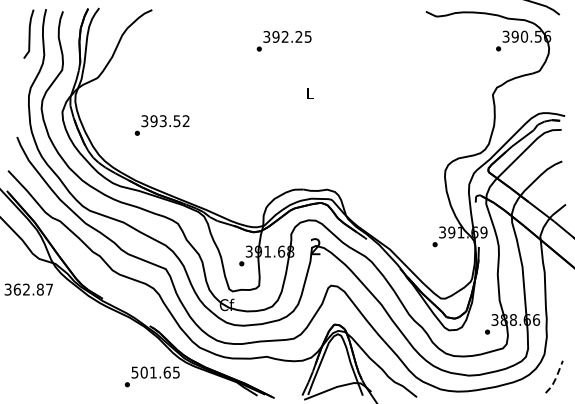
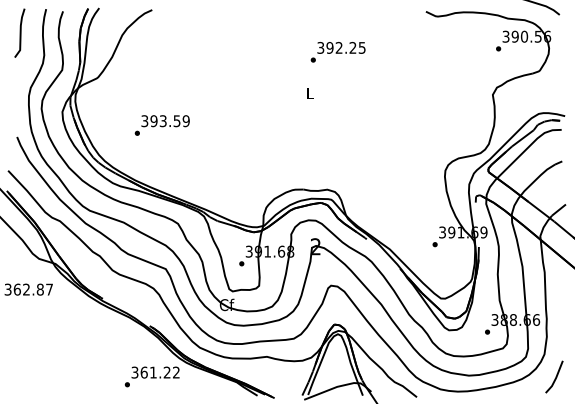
line at (28, 33) position: (28, 33) -> (19, 32)
text at (283, 41) position: (283, 41) -> (337, 52)
text at (185, 121): 393.52 -> 393.59
text at (155, 372): 501.65 -> 361.22
line at (556, 377): dashed -> solid
